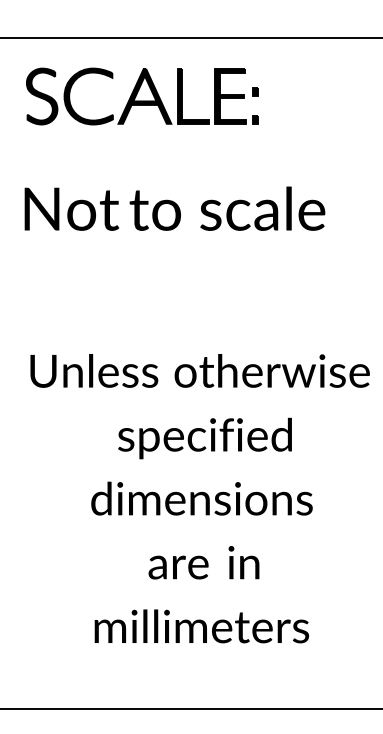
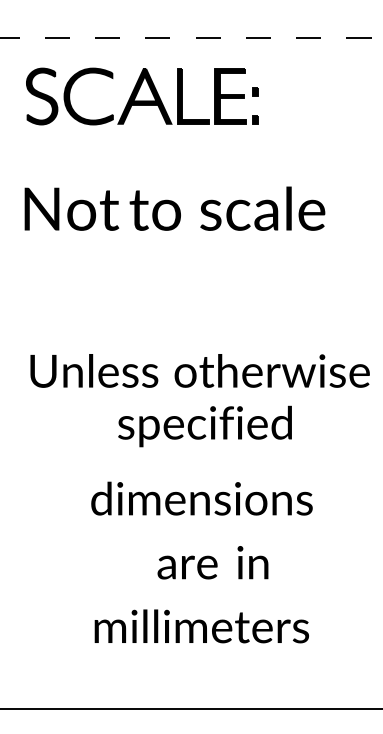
line at (191, 37): solid -> dashed
text at (204, 438) position: (204, 438) -> (204, 426)
text at (203, 562) position: (203, 562) -> (212, 562)
